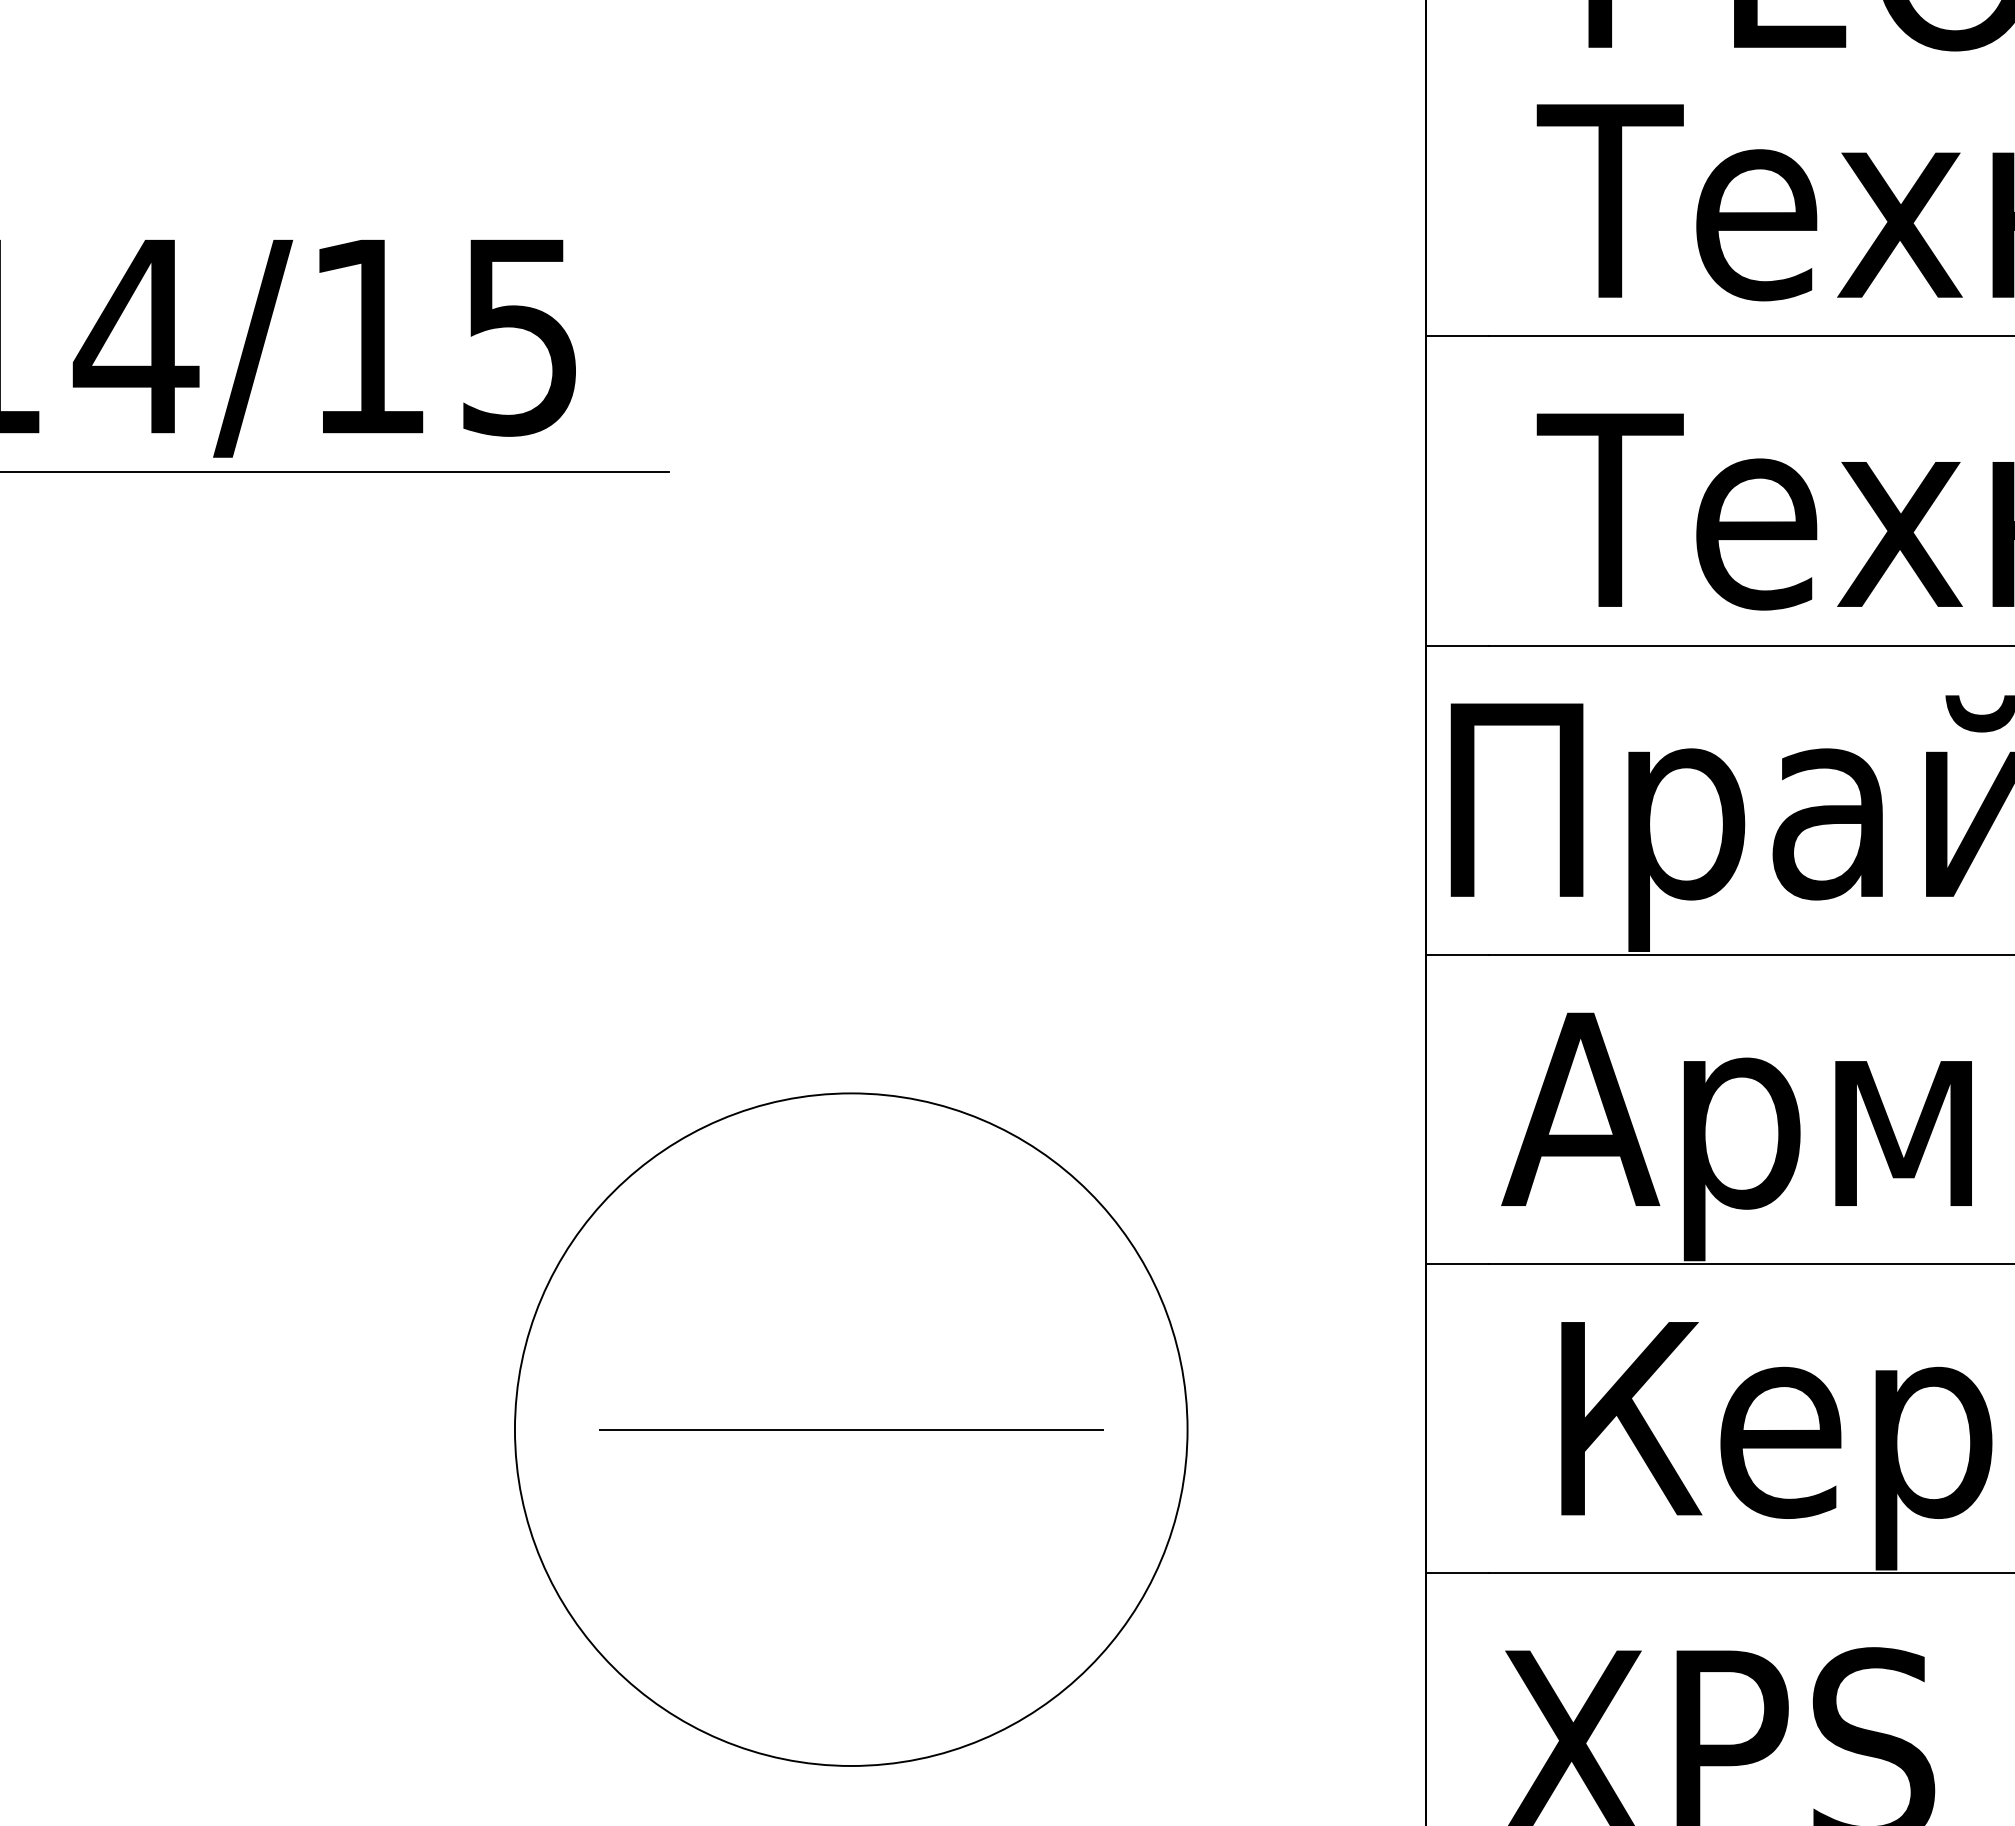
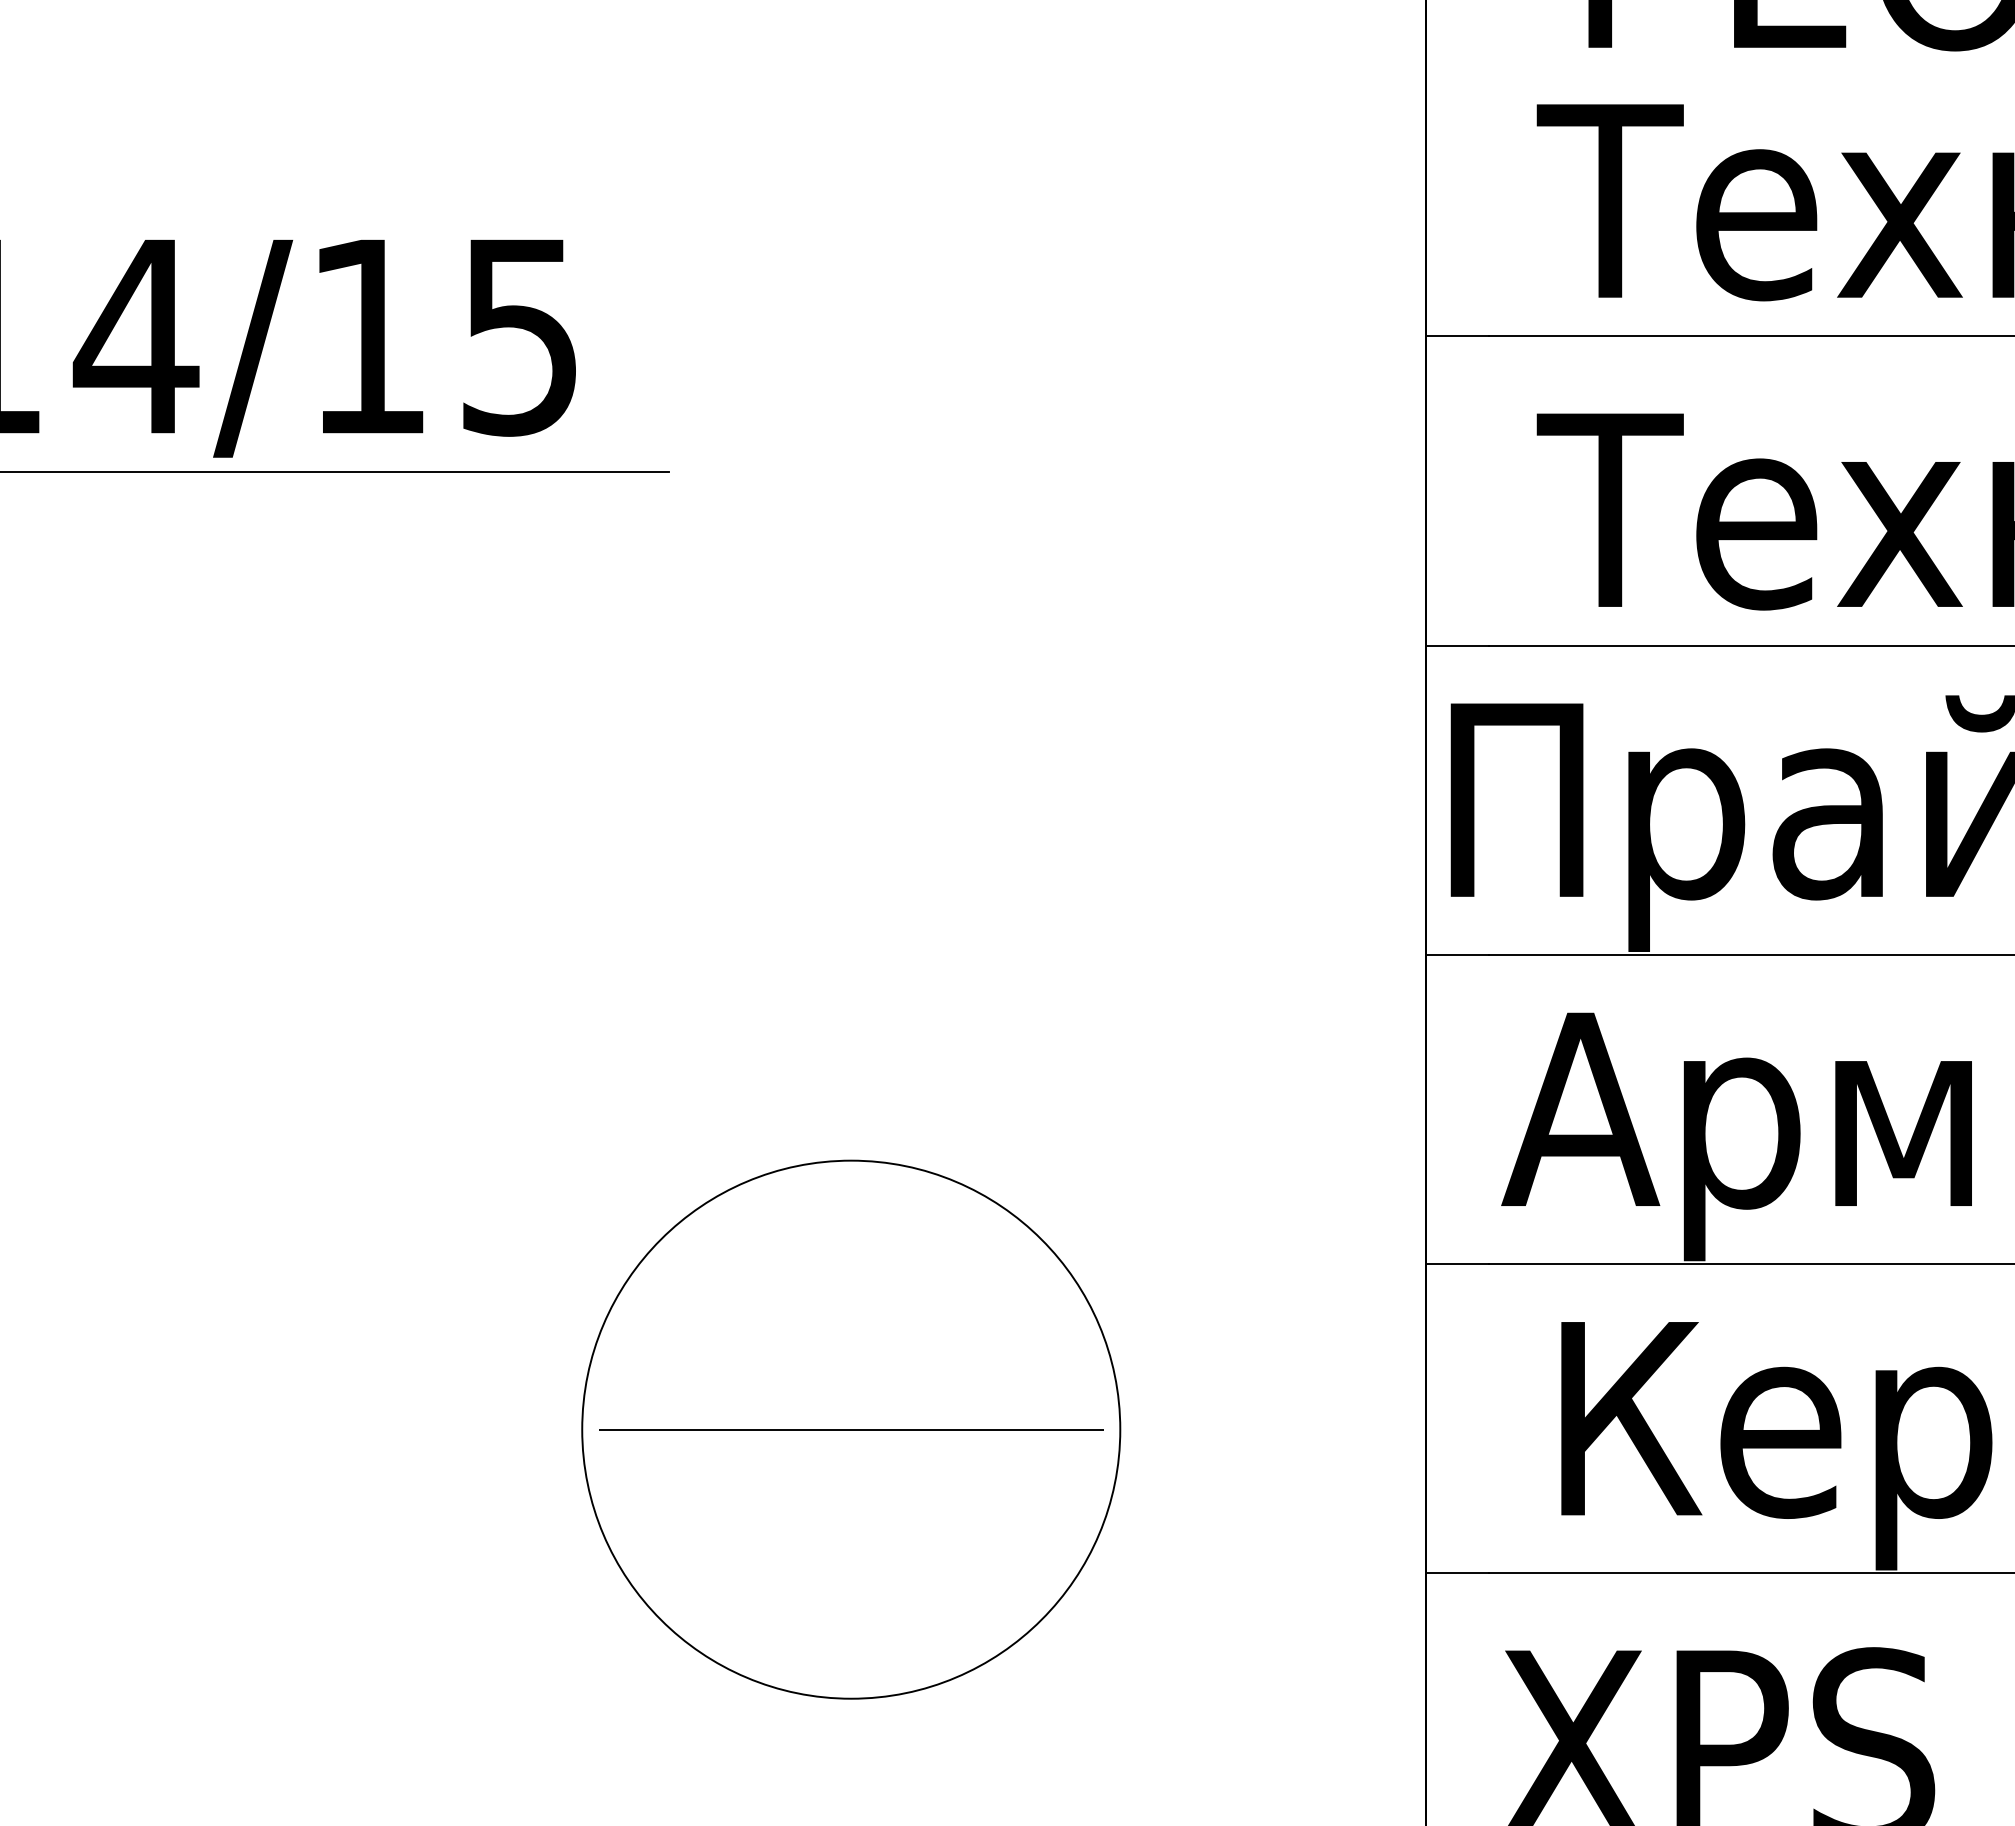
circle at (850, 1429) diameter: 673 px -> 538 px
